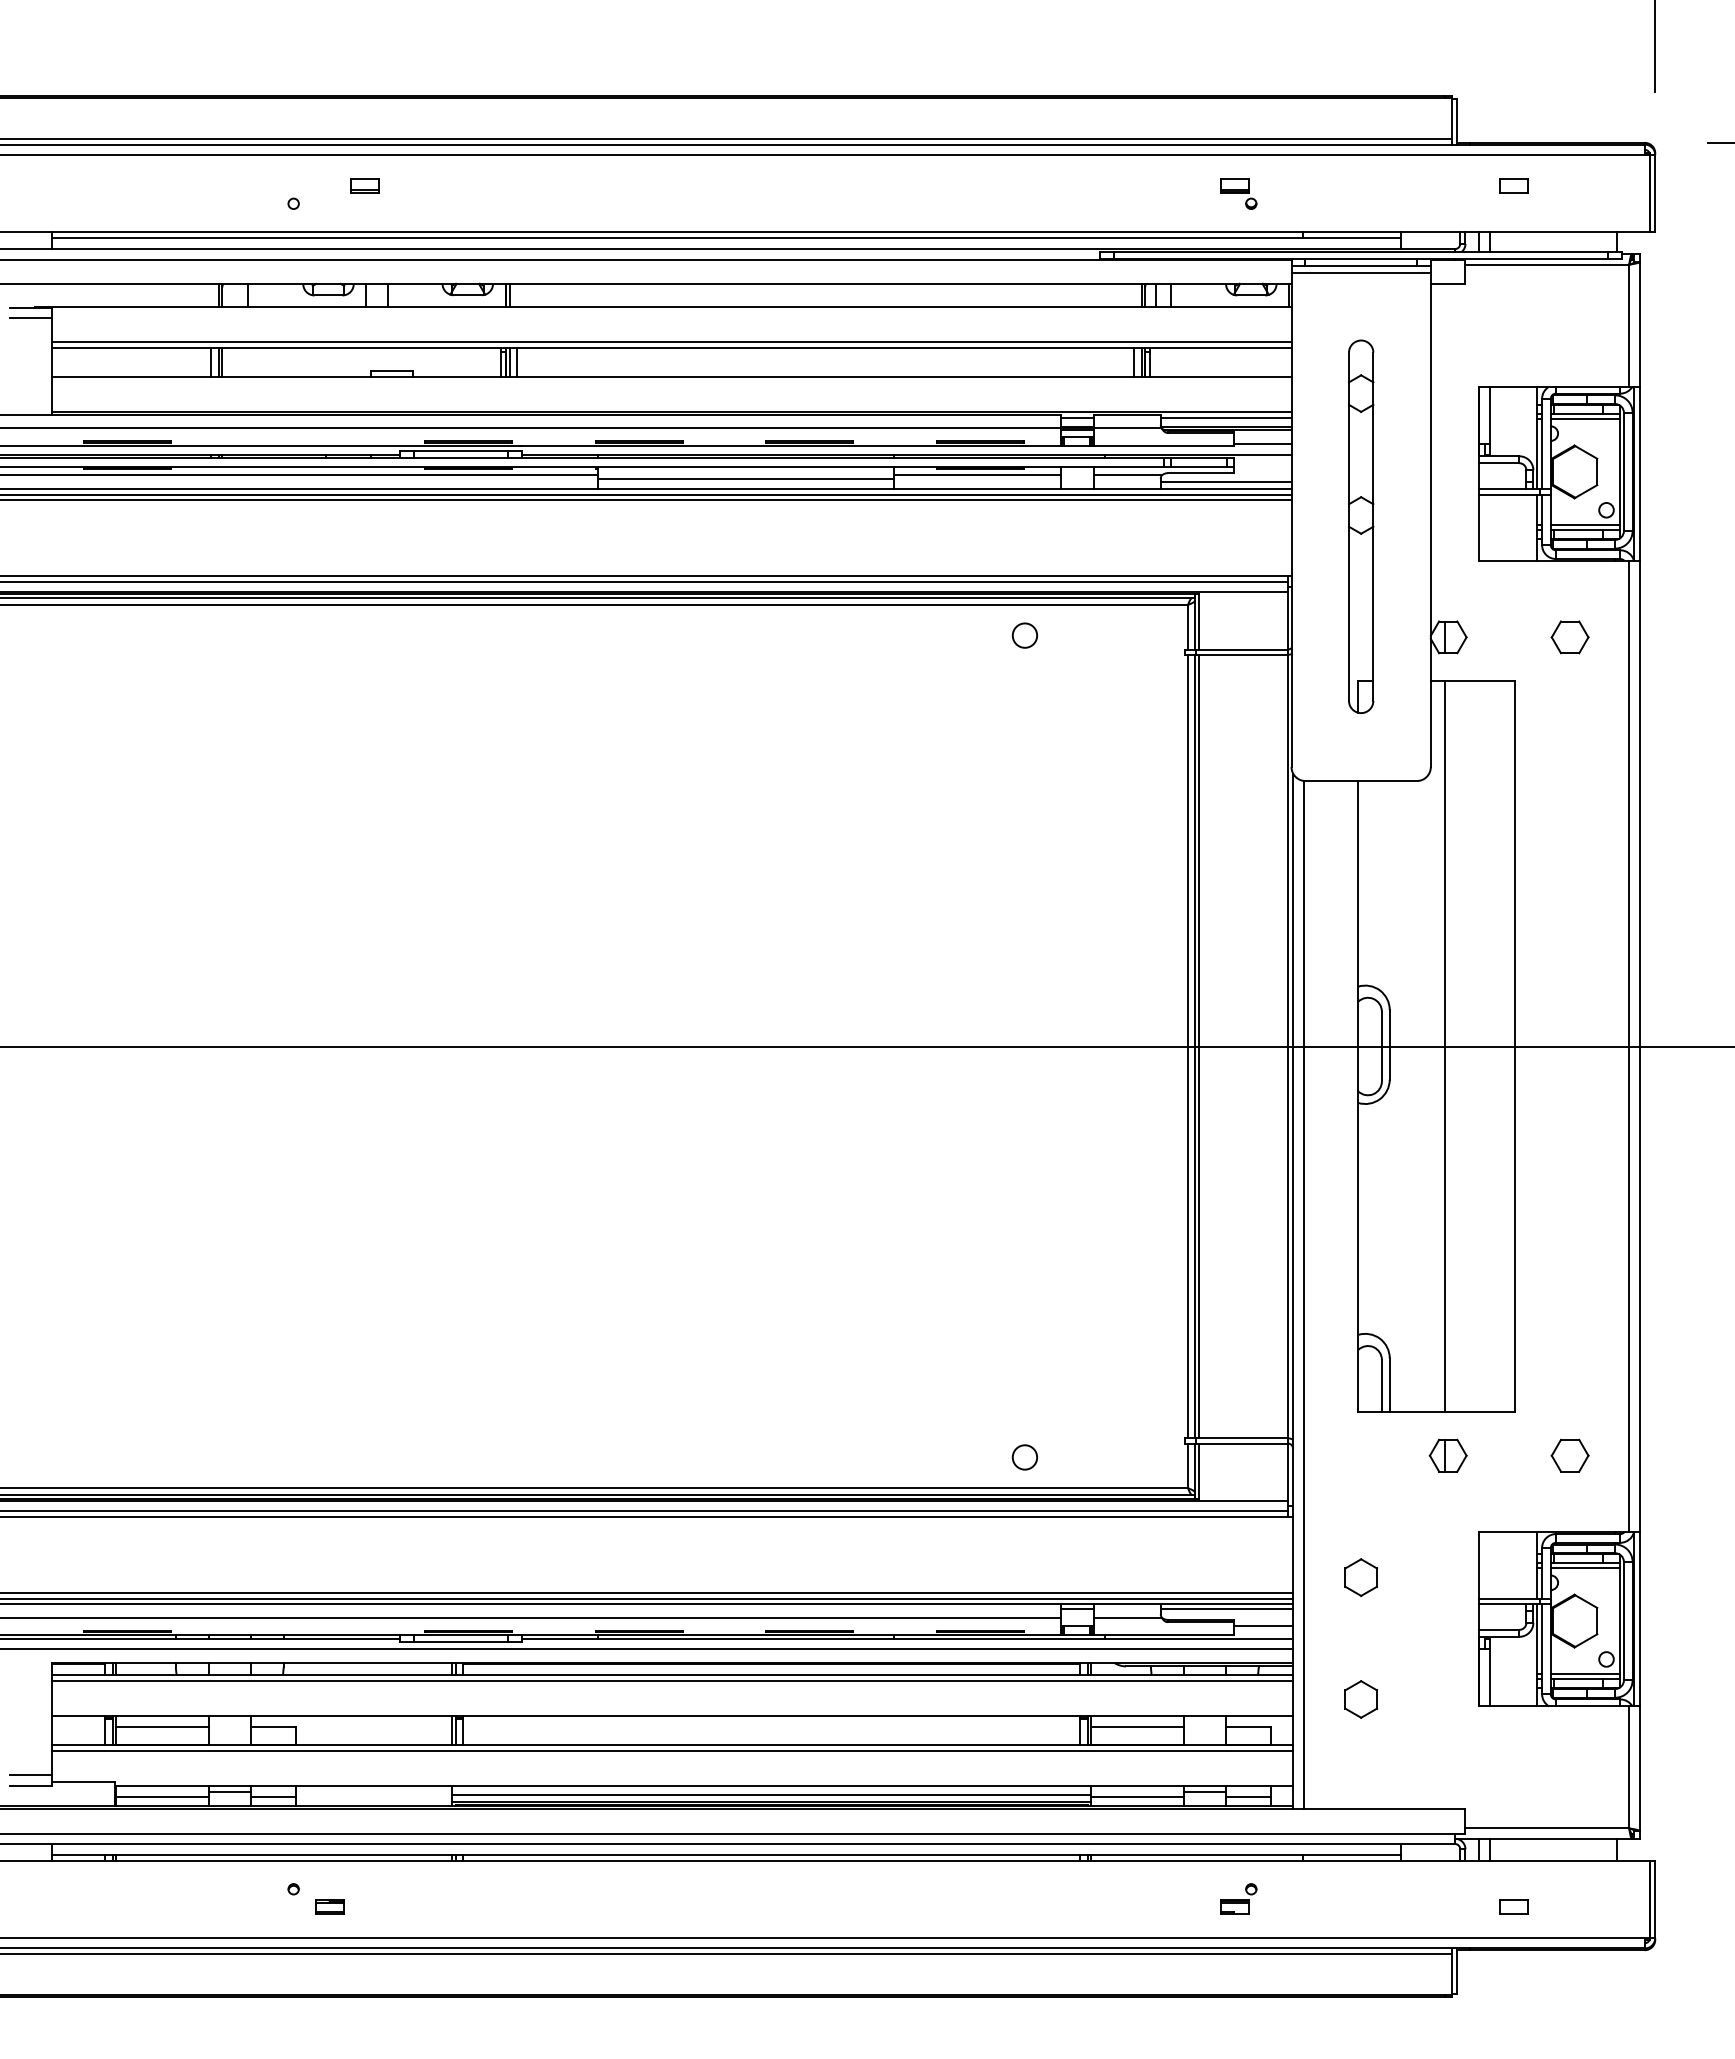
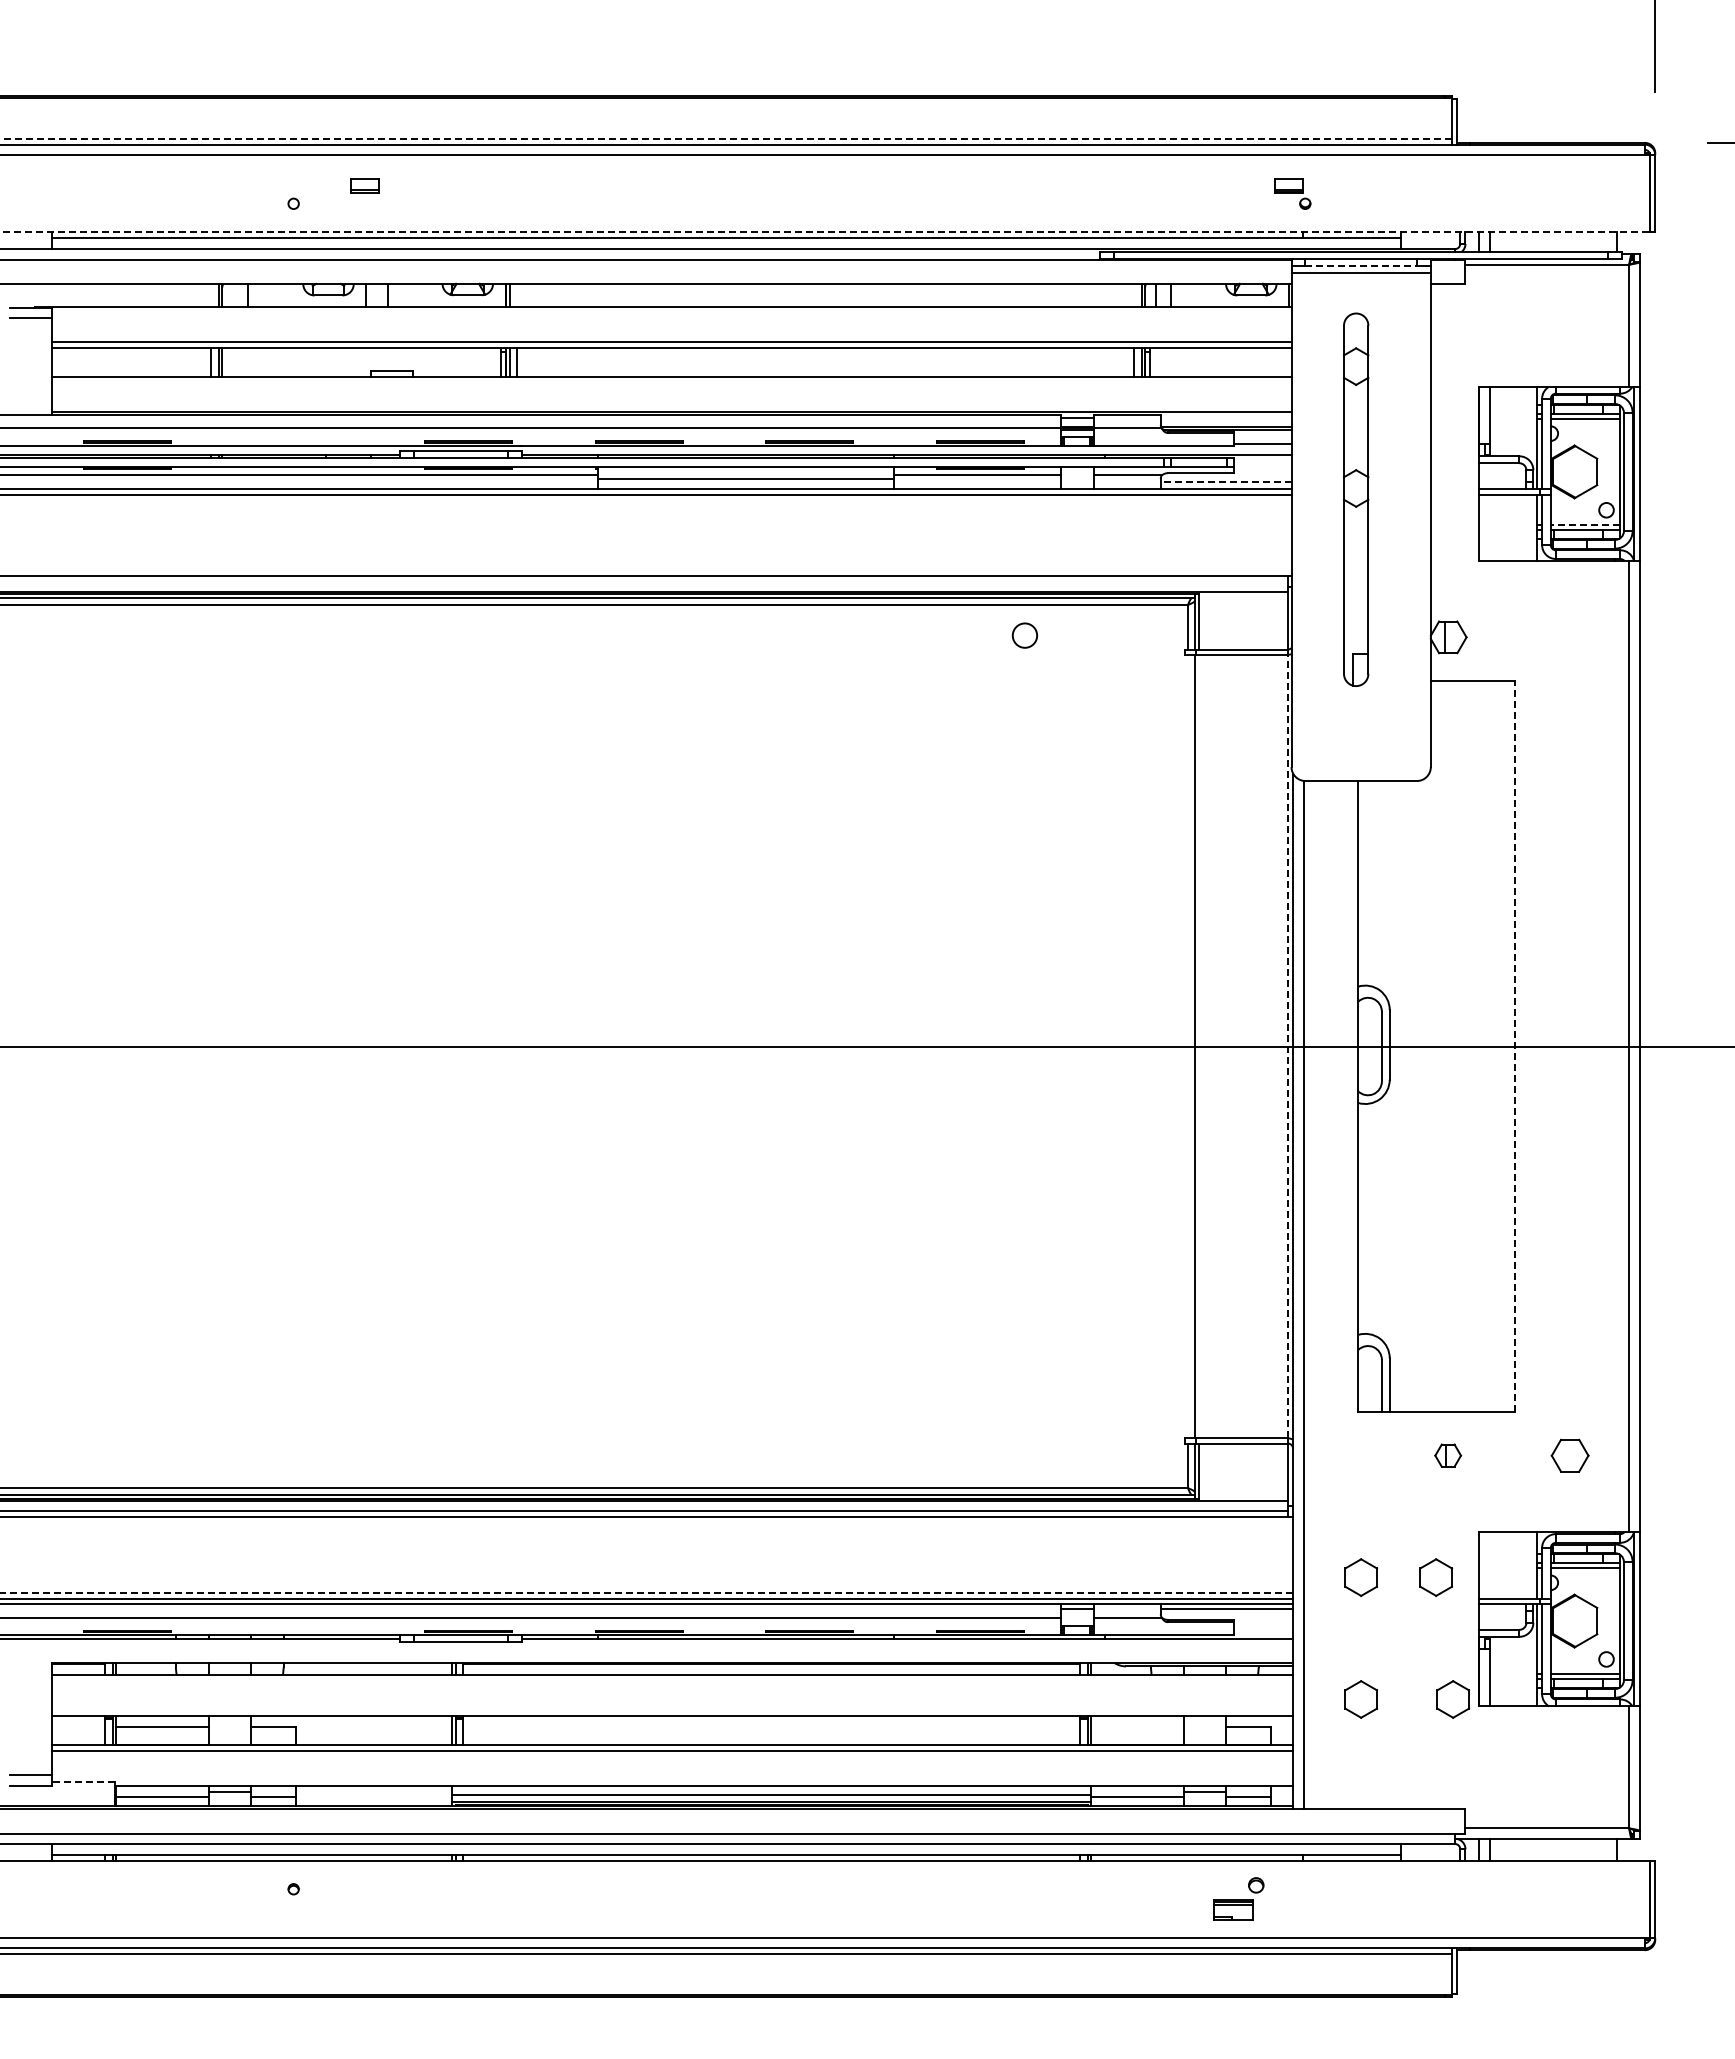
line at (725, 139): solid -> dashed
part at (1513, 185): present -> none
part at (1238, 193) position: (1238, 193) -> (1292, 193)
line at (825, 231): solid -> dashed
line at (1361, 265): solid -> dashed
line at (1225, 417): present -> none
line at (1225, 482): solid -> dashed
line at (646, 499): present -> none
line at (1585, 525): solid -> dashed
part at (1361, 526) position: (1361, 526) -> (1356, 499)
line at (644, 581): present -> none
part at (1569, 637): present -> none
line at (1187, 1046): present -> none
line at (1199, 1046): present -> none
line at (1287, 1046): solid -> dashed
line at (1444, 1046): present -> none
line at (1515, 1046): solid -> dashed
part at (1447, 1455) size: 40x35 px -> 29x25 px
circle at (1024, 1457): present -> none
part at (1436, 1577): none -> present
line at (646, 1593): solid -> dashed
line at (1263, 1626): present -> none
line at (647, 1648): present -> none
line at (672, 1681): present -> none
part at (1452, 1699): none -> present
line at (1137, 1727): present -> none
line at (83, 1782): solid -> dashed
part at (1238, 1898) size: 38x32 px -> 52x44 px
part at (329, 1906): present -> none
part at (1513, 1906): present -> none
